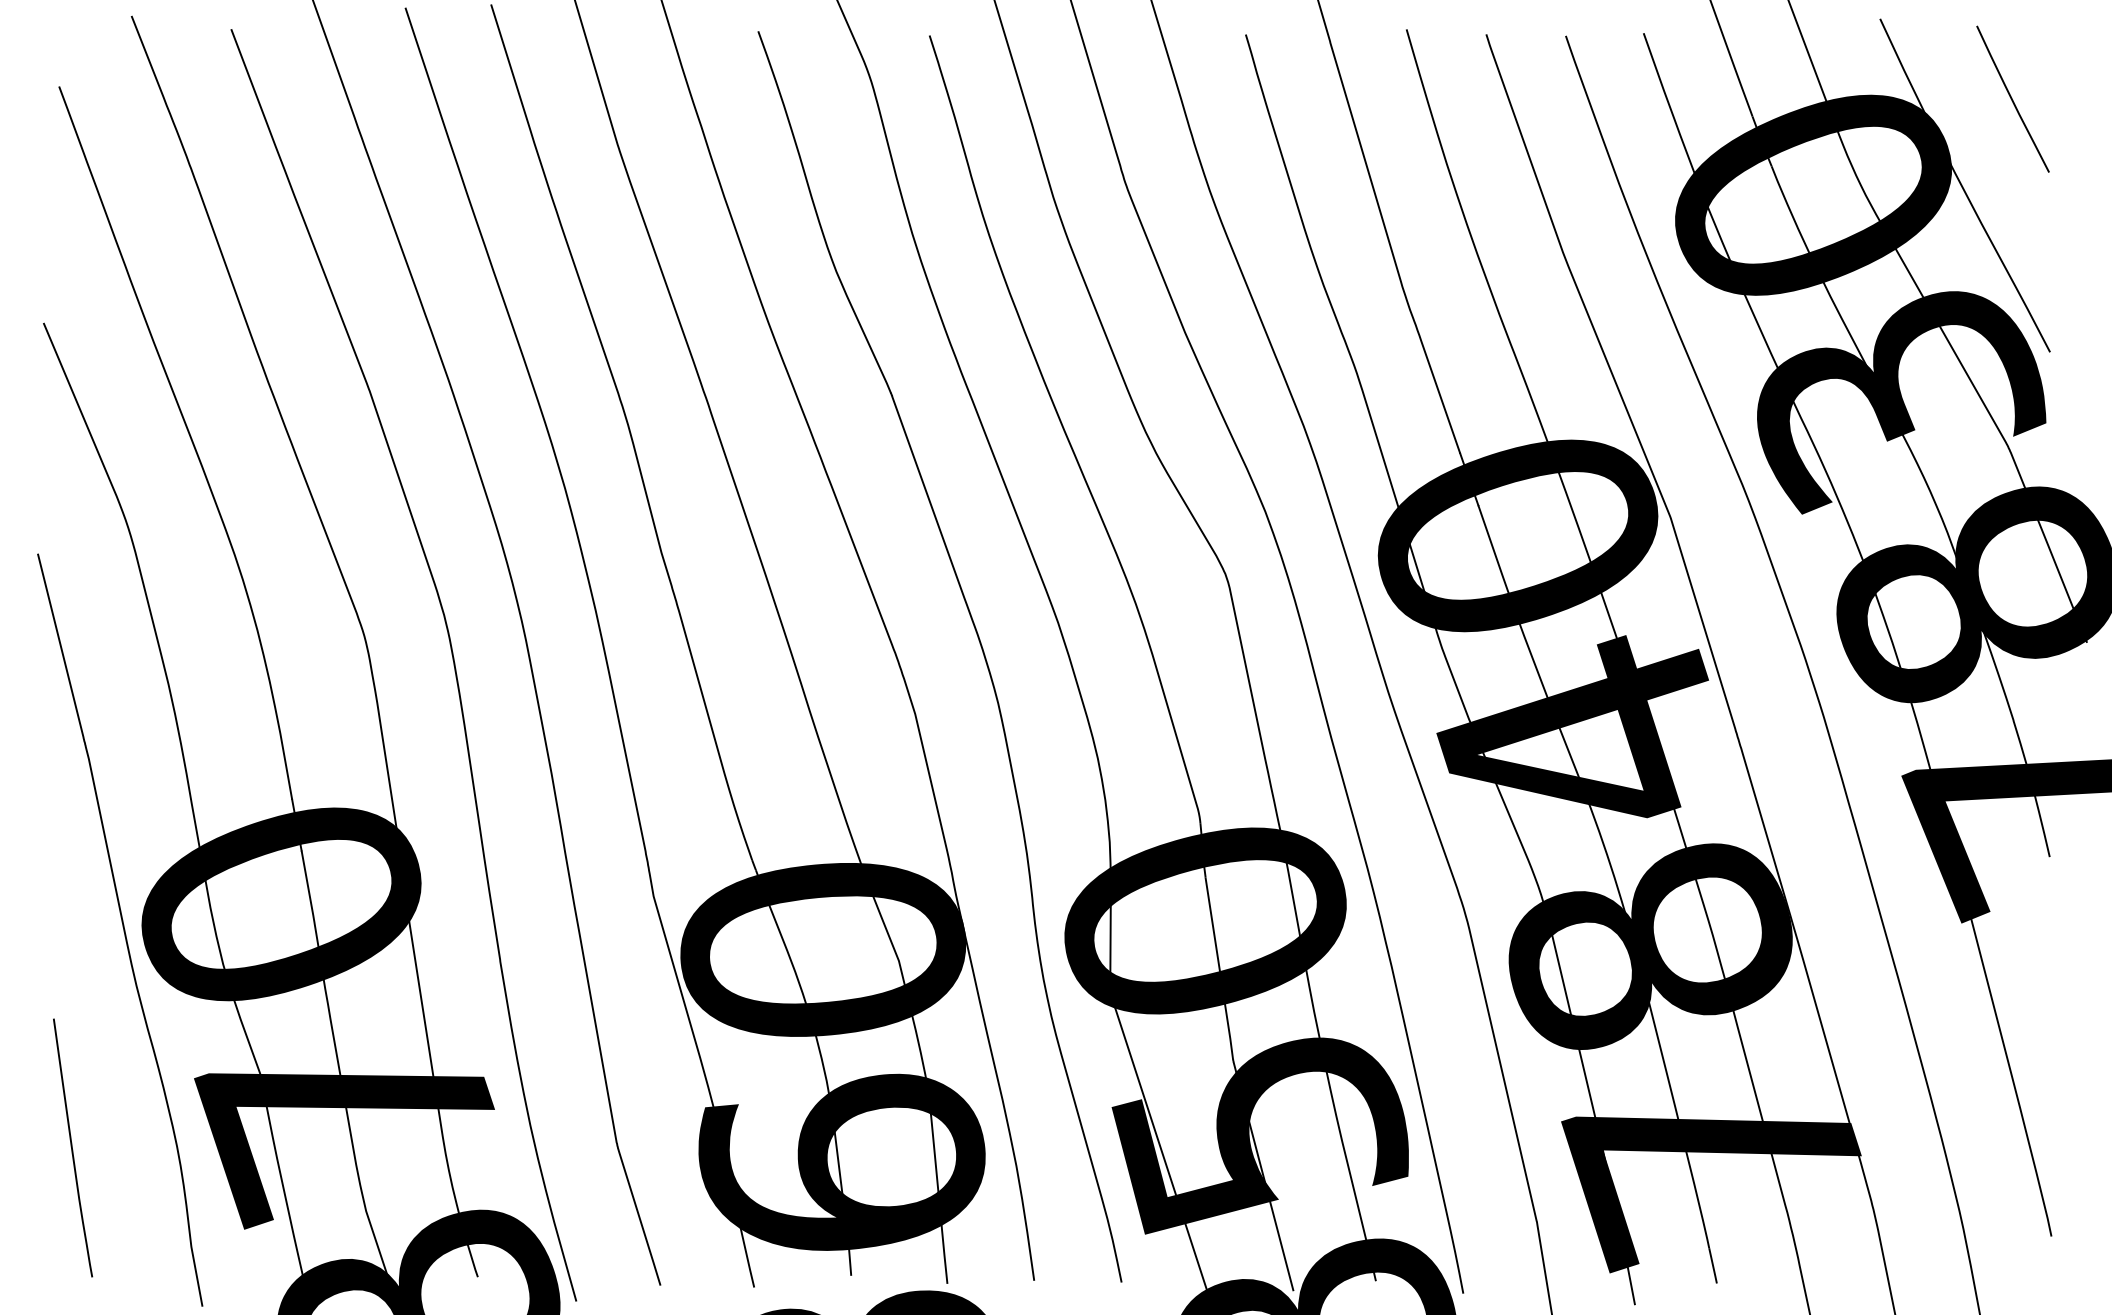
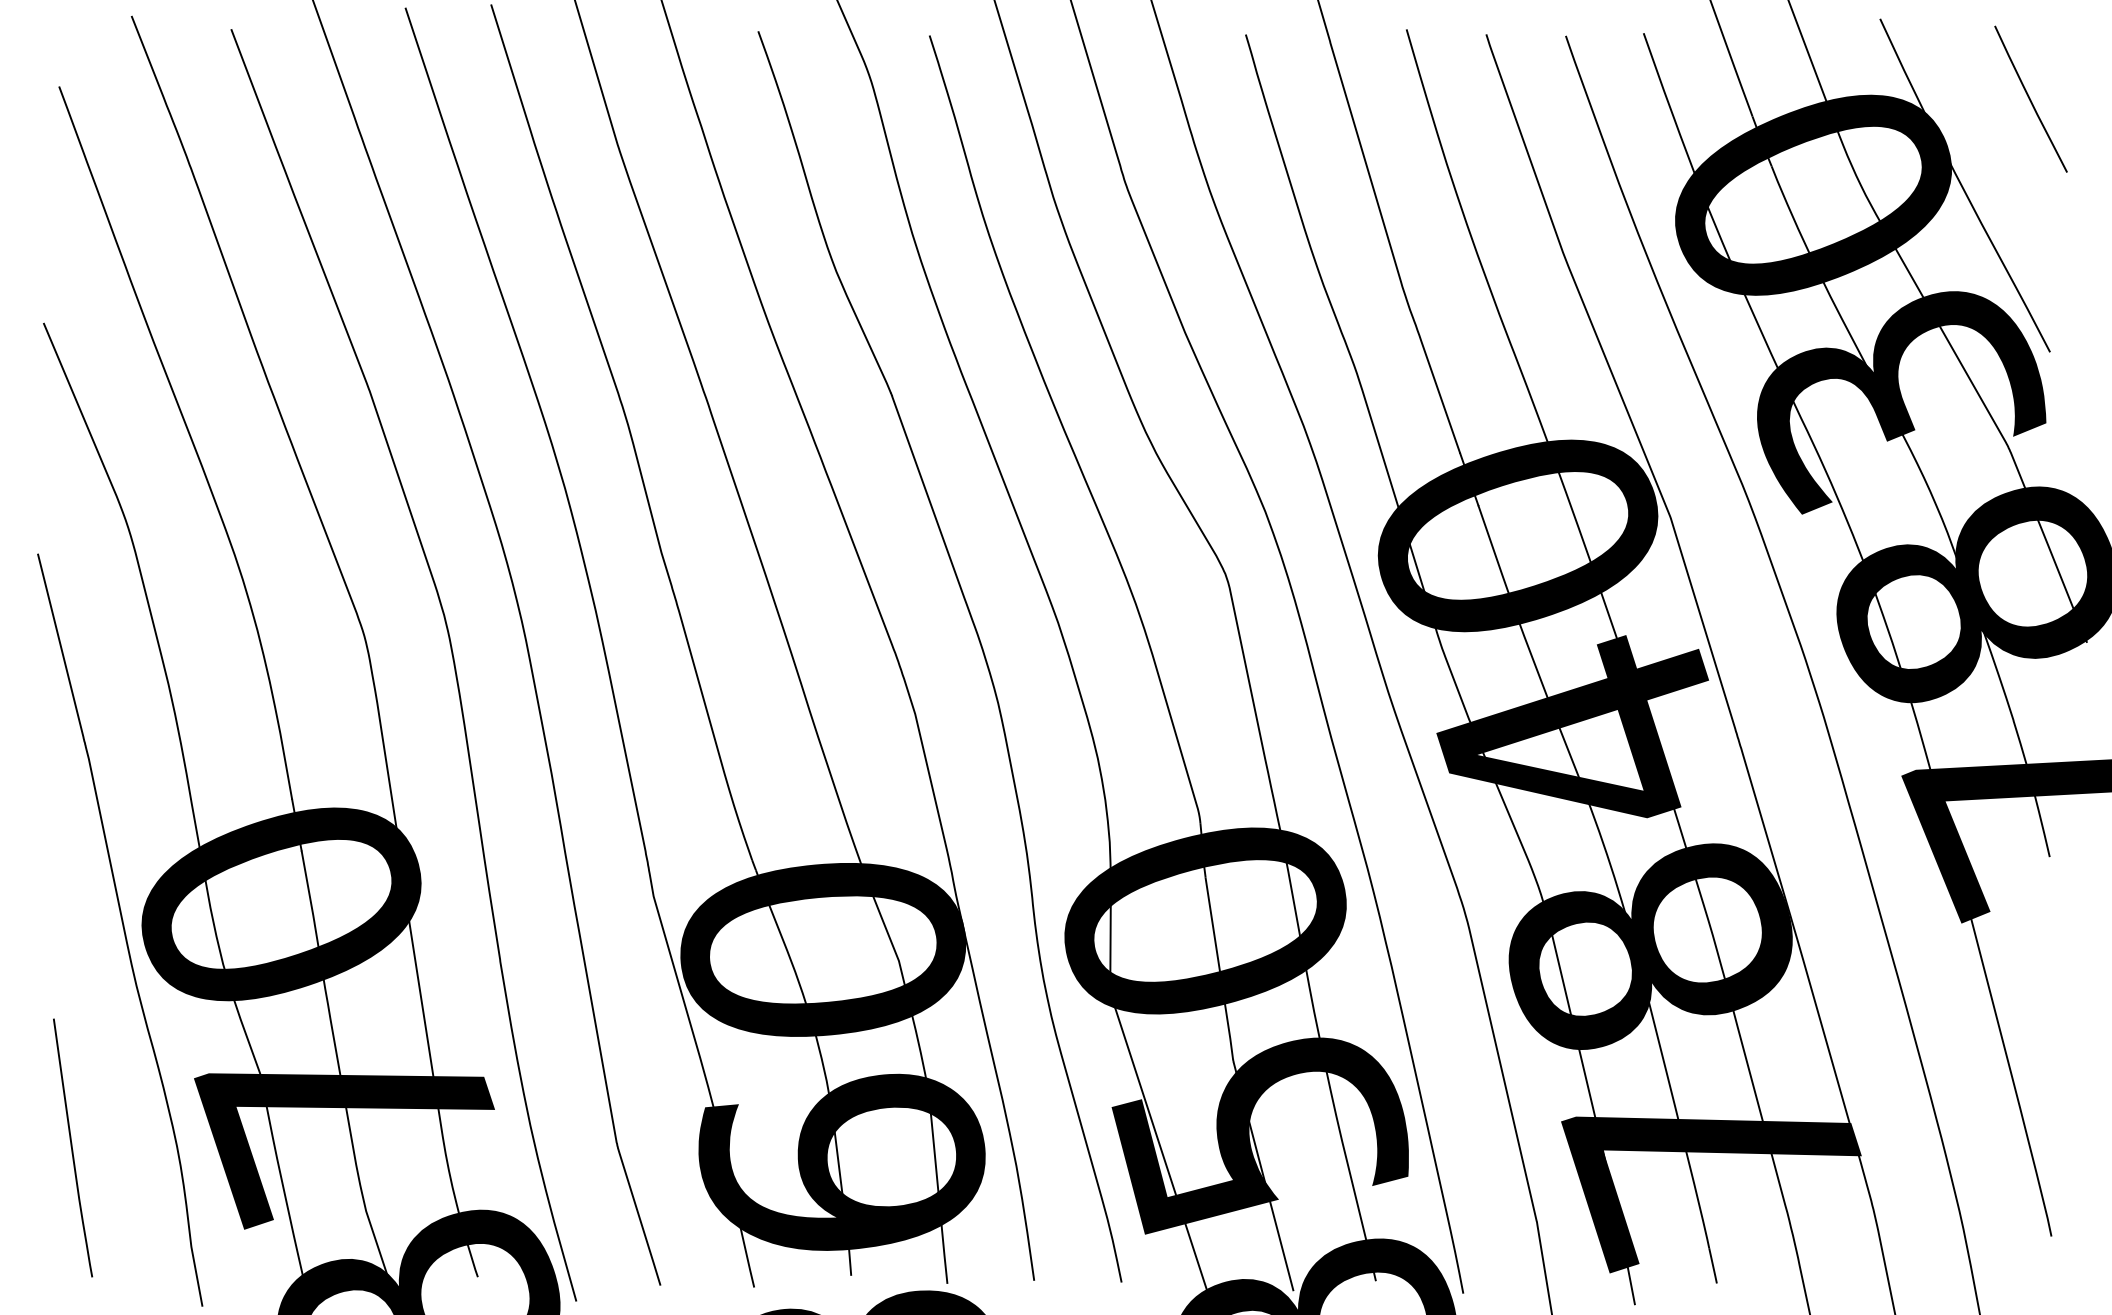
curve at (2012, 98) position: (2012, 98) -> (2030, 98)
